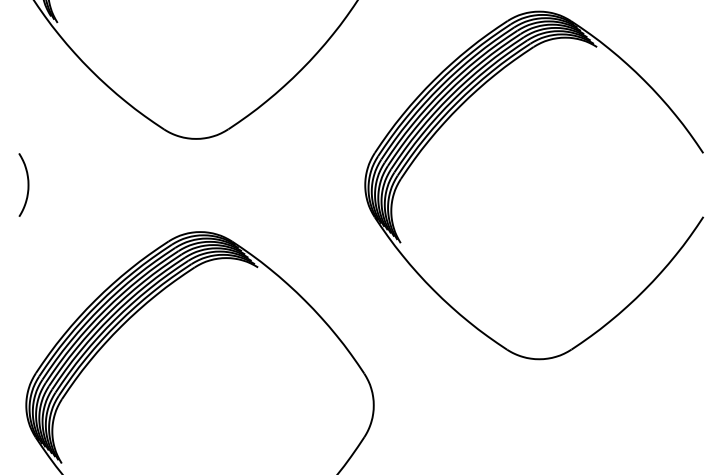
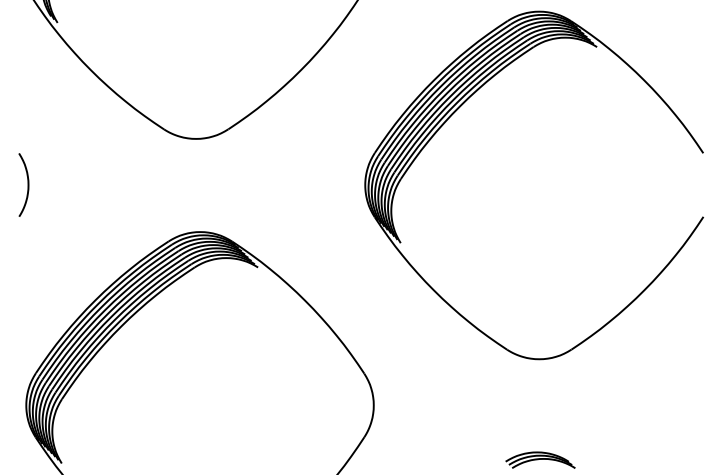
part at (540, 459): none -> present
